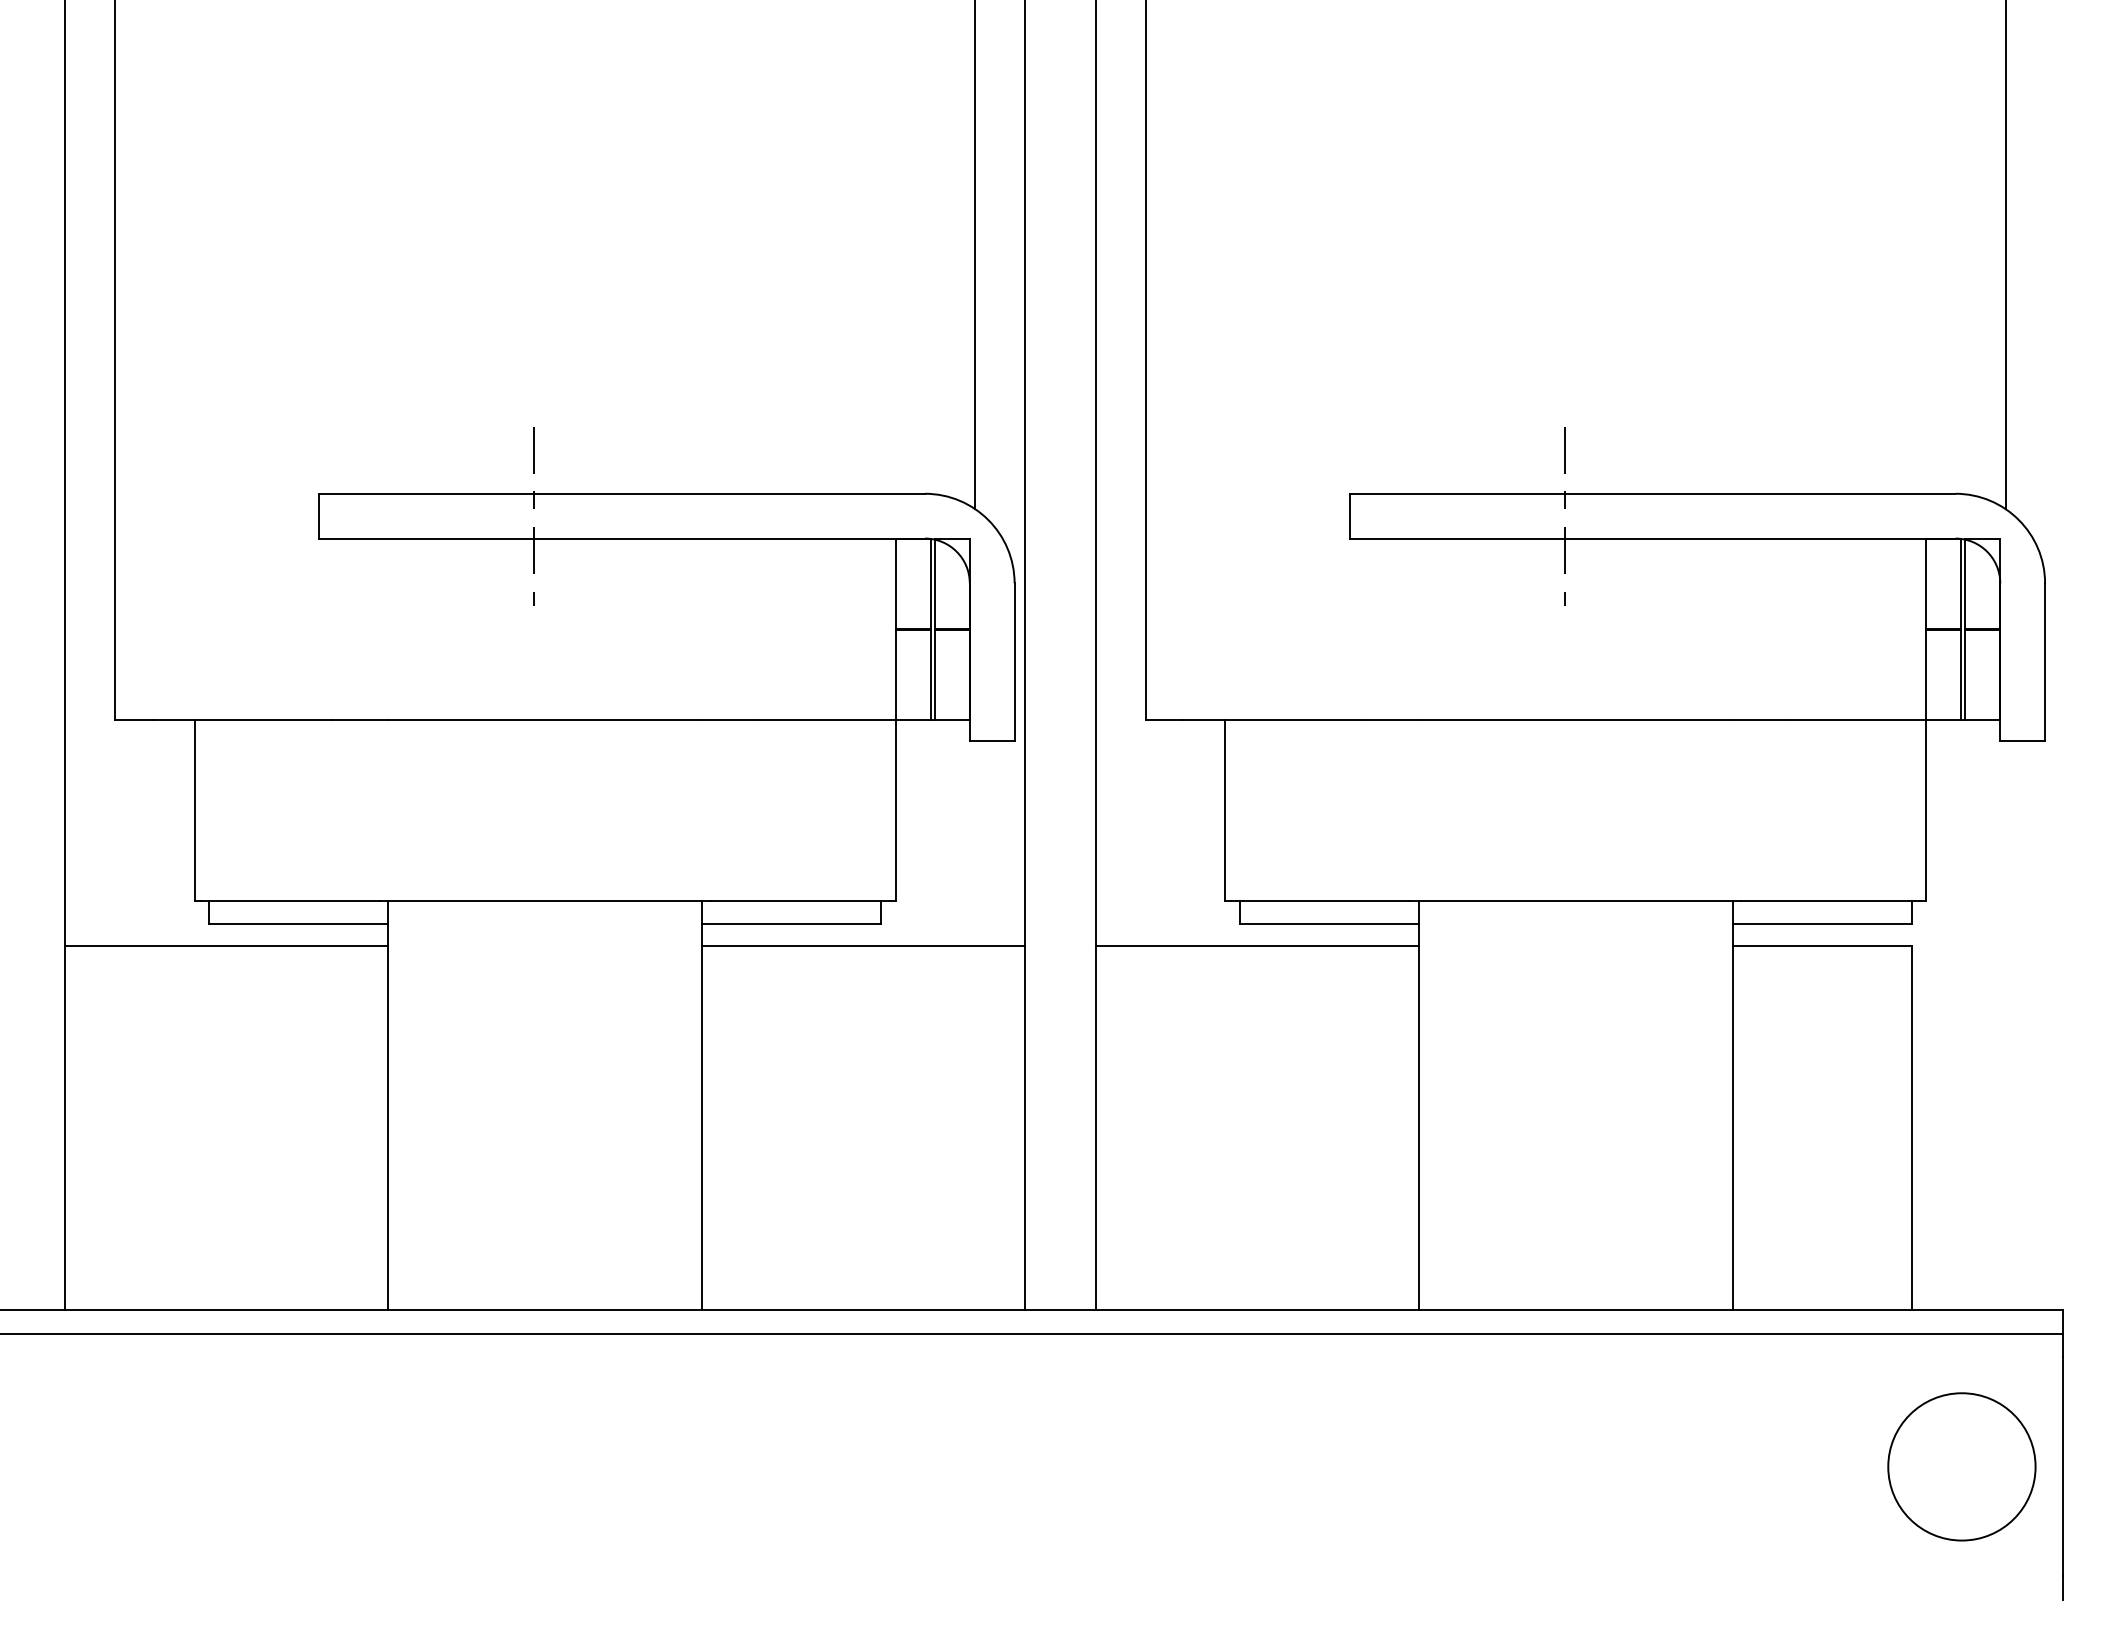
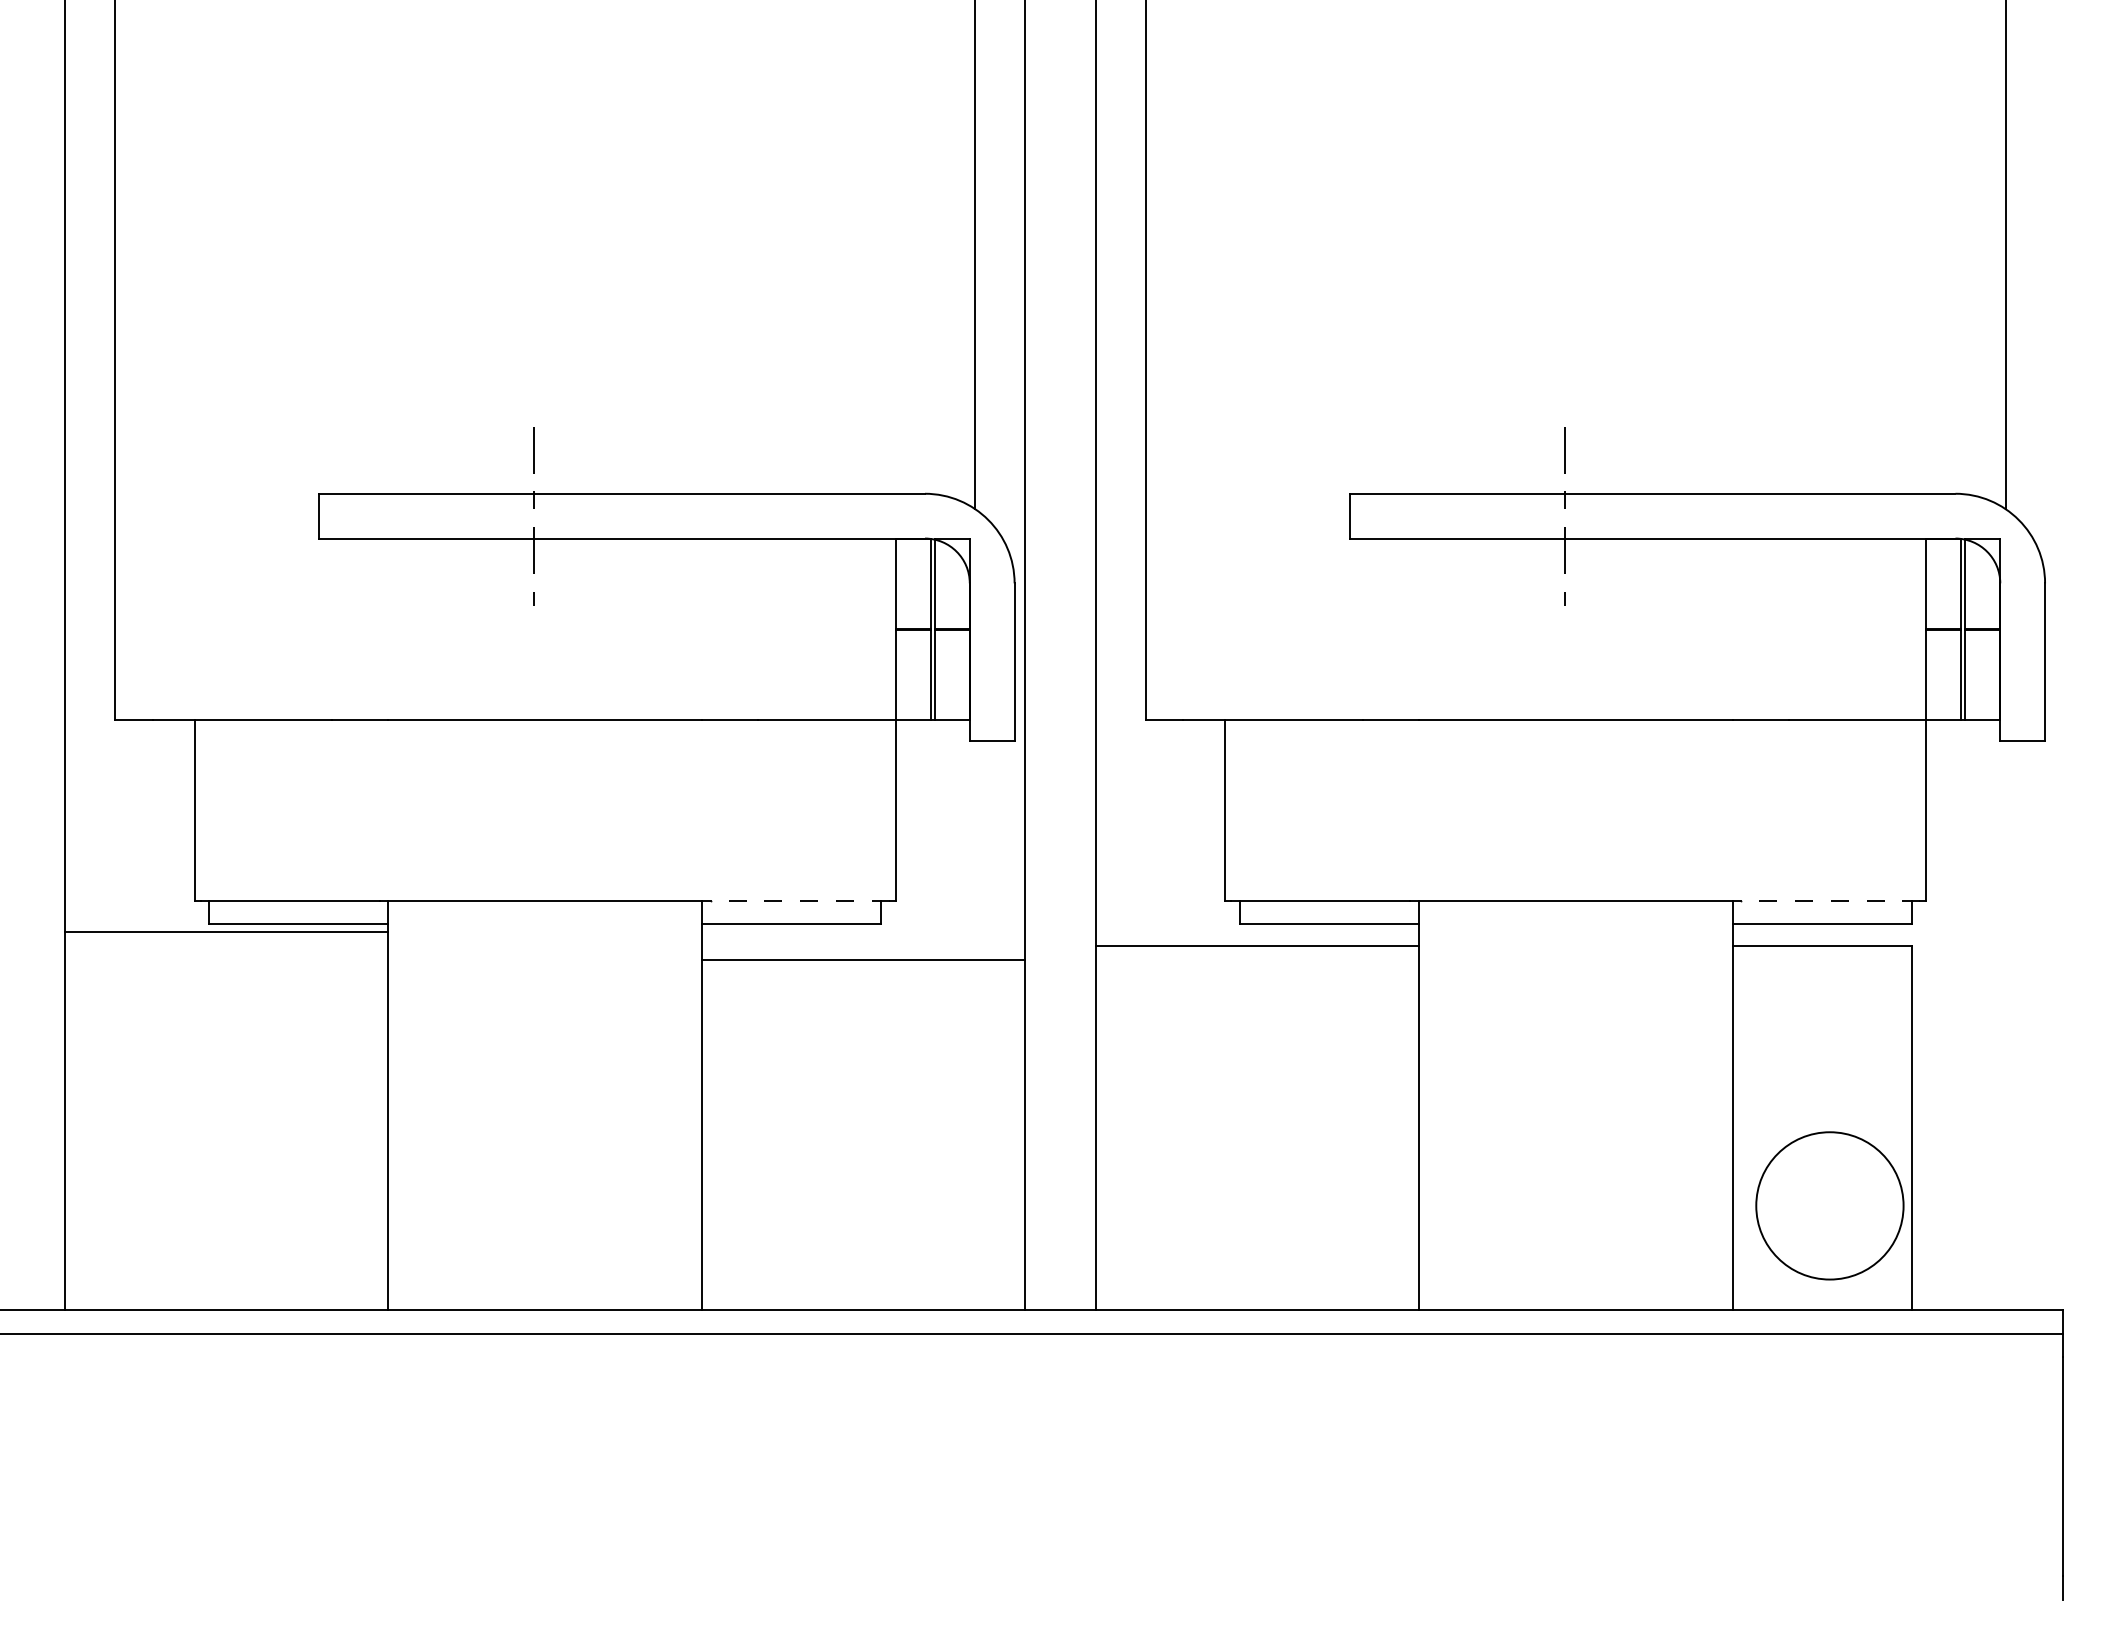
line at (800, 901): solid -> dashed
line at (1830, 901): solid -> dashed
line at (226, 946) position: (226, 946) -> (226, 932)
line at (863, 946) position: (863, 946) -> (863, 960)
circle at (1961, 1466) position: (1961, 1466) -> (1829, 1205)
